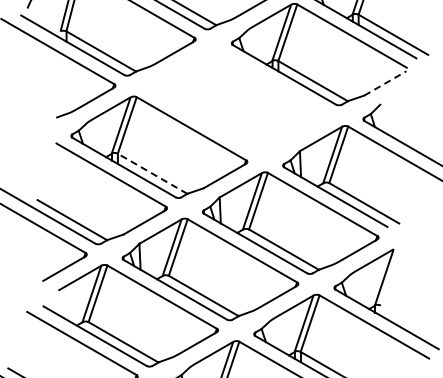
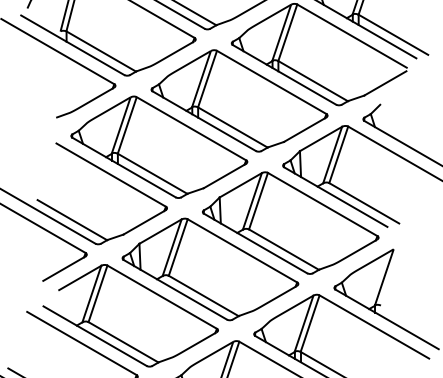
line at (385, 83): dashed -> solid
part at (239, 100): none -> present
line at (152, 173): dashed -> solid
